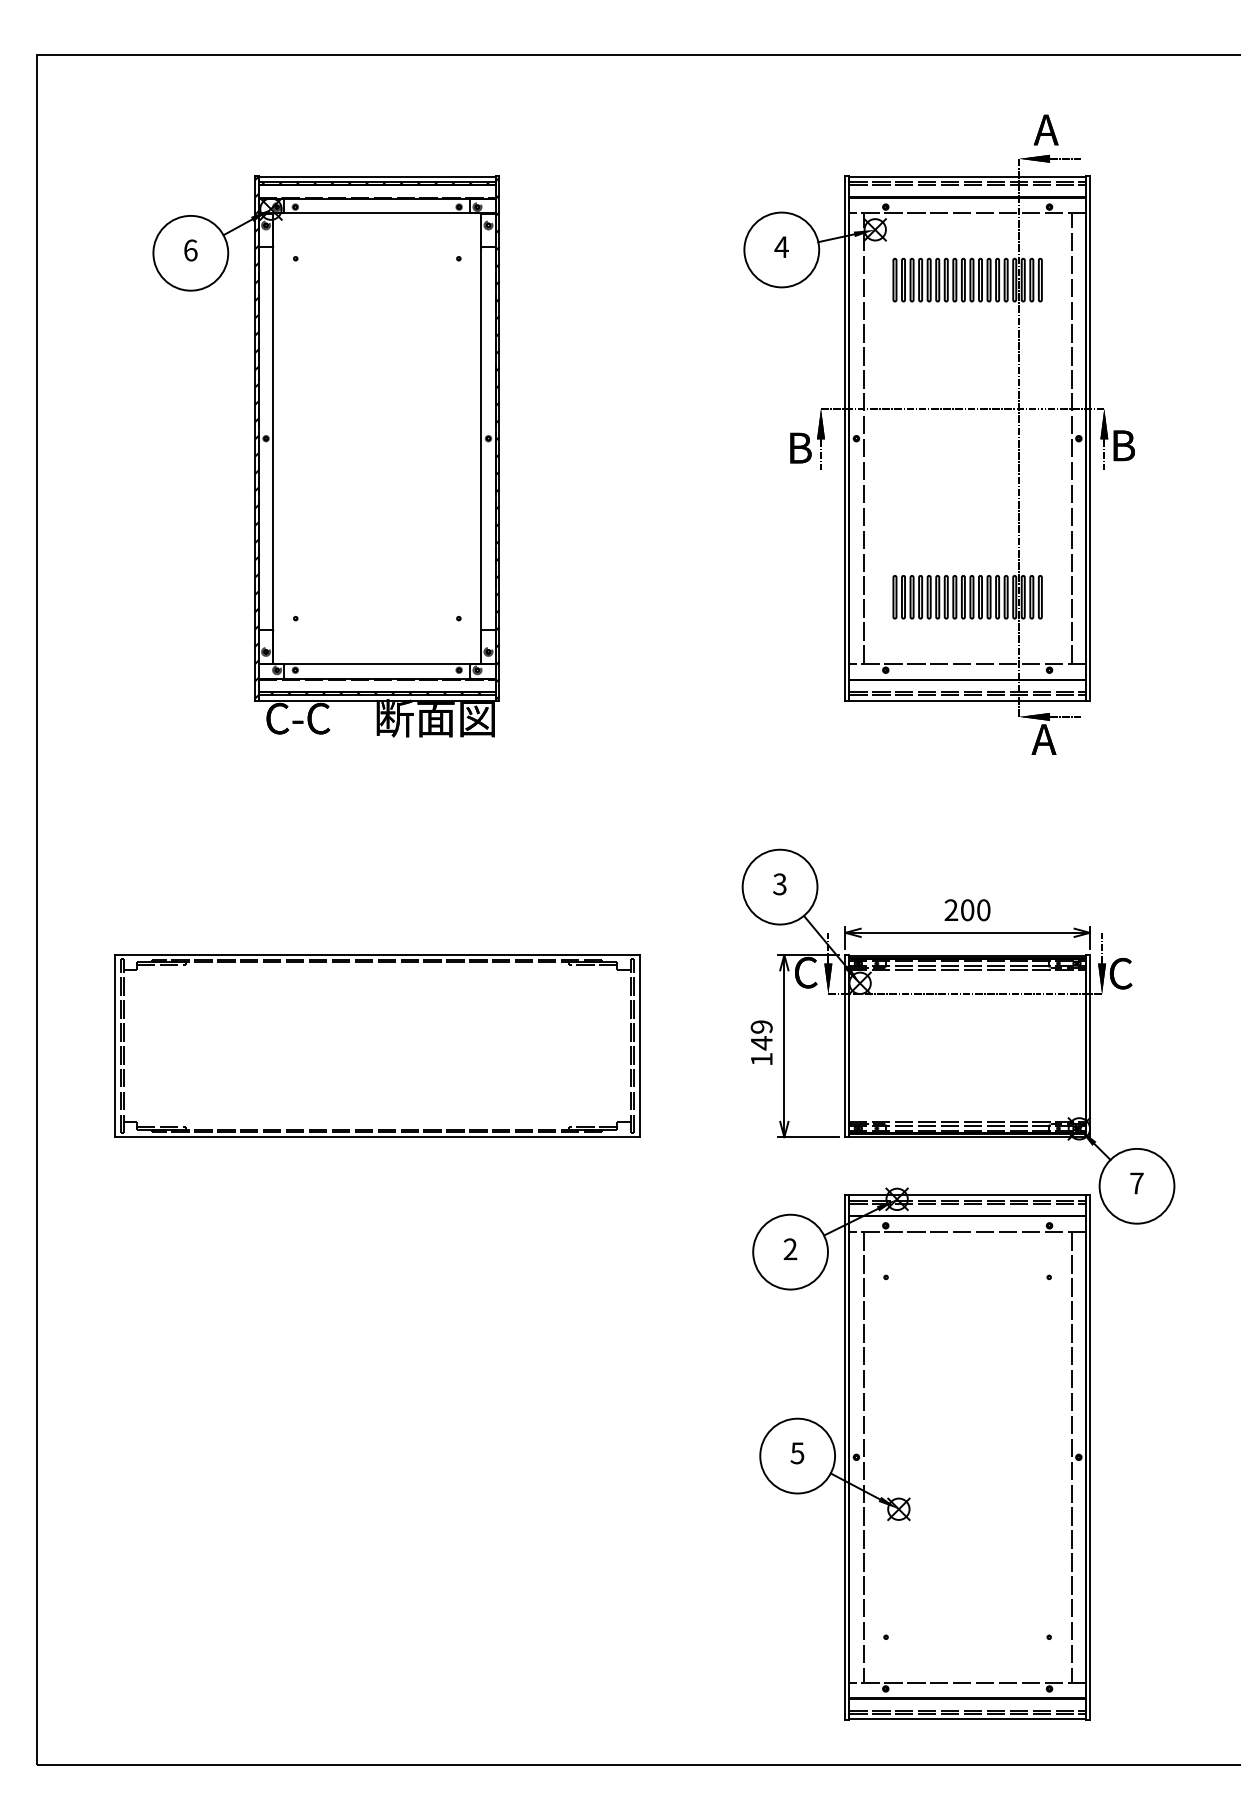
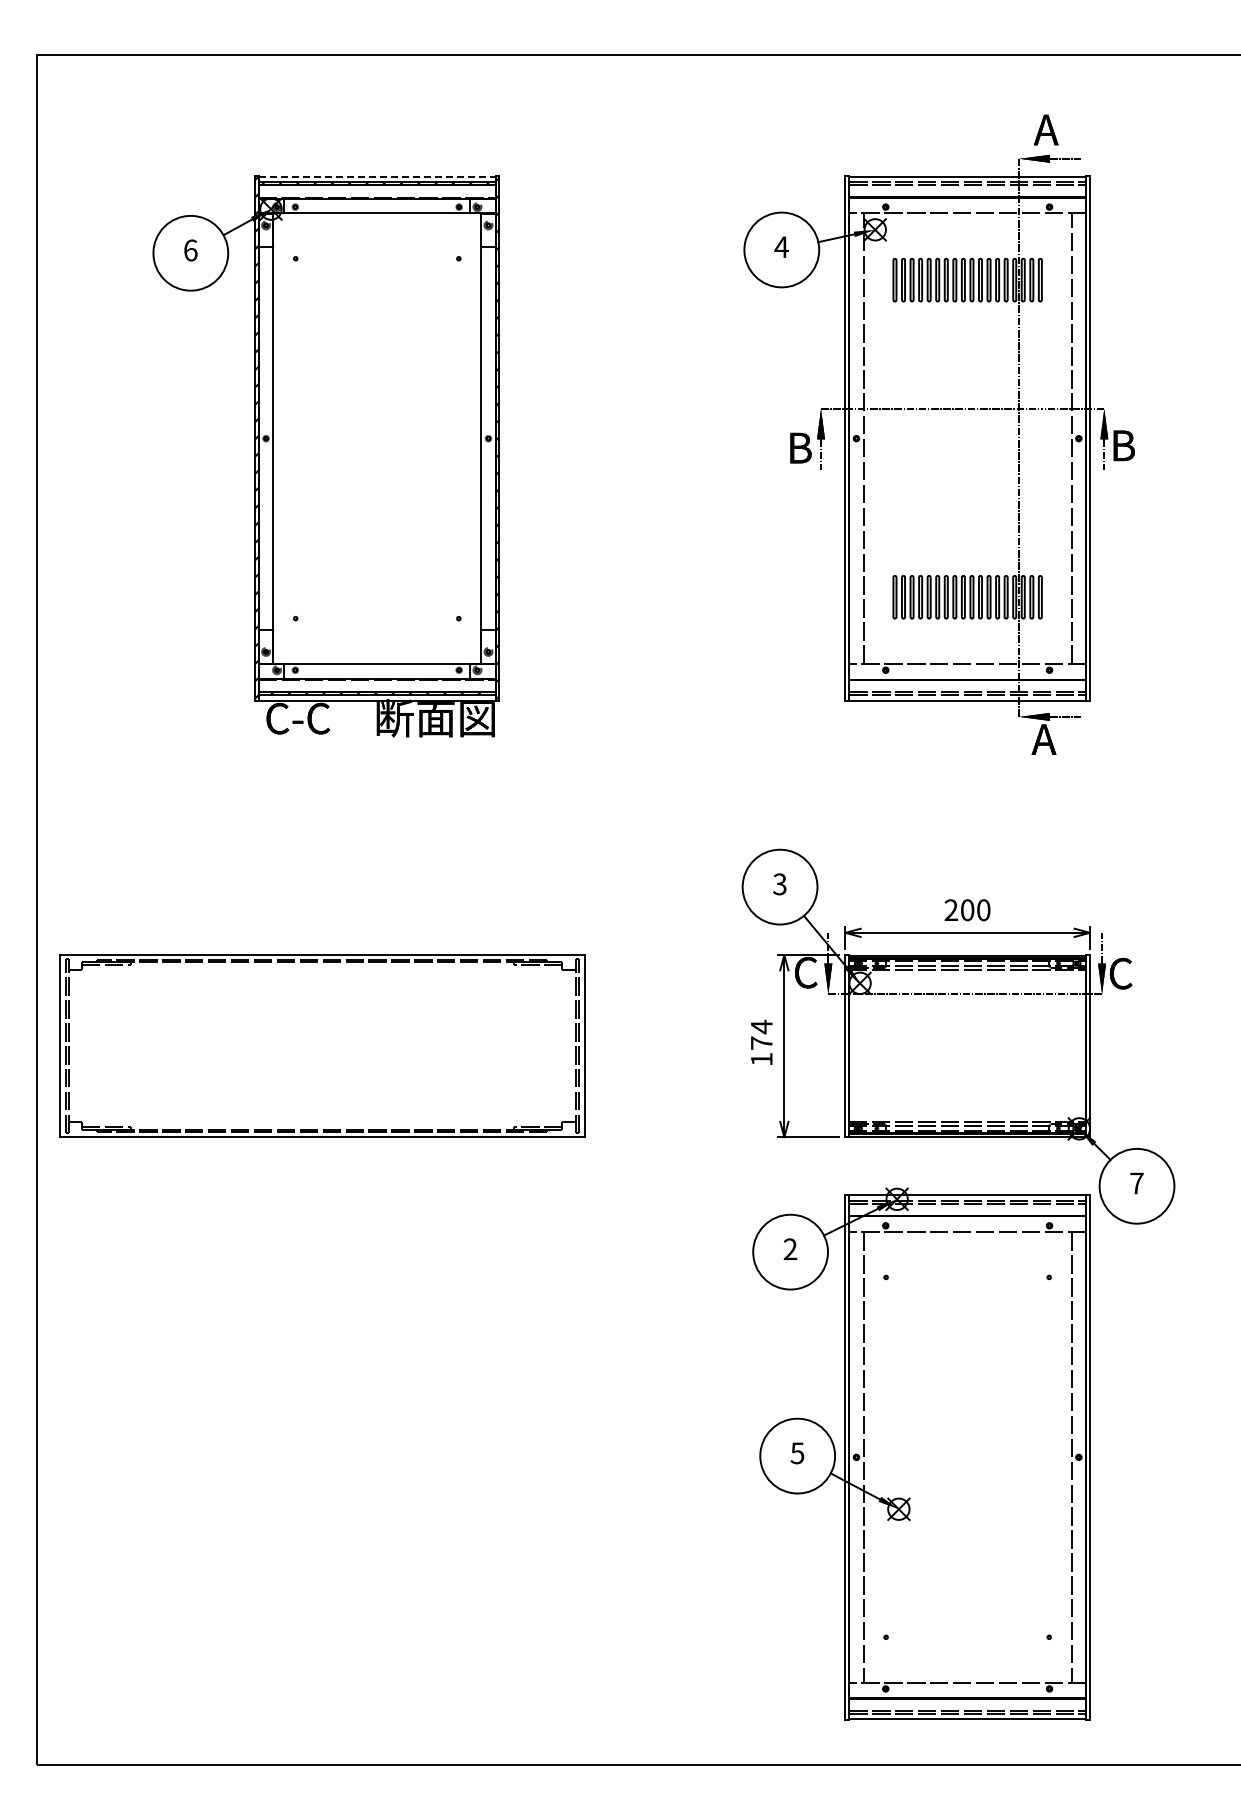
line at (377, 176): solid -> dashed
text at (761, 1034): 149 -> 174
part at (377, 1045) position: (377, 1045) -> (322, 1045)
